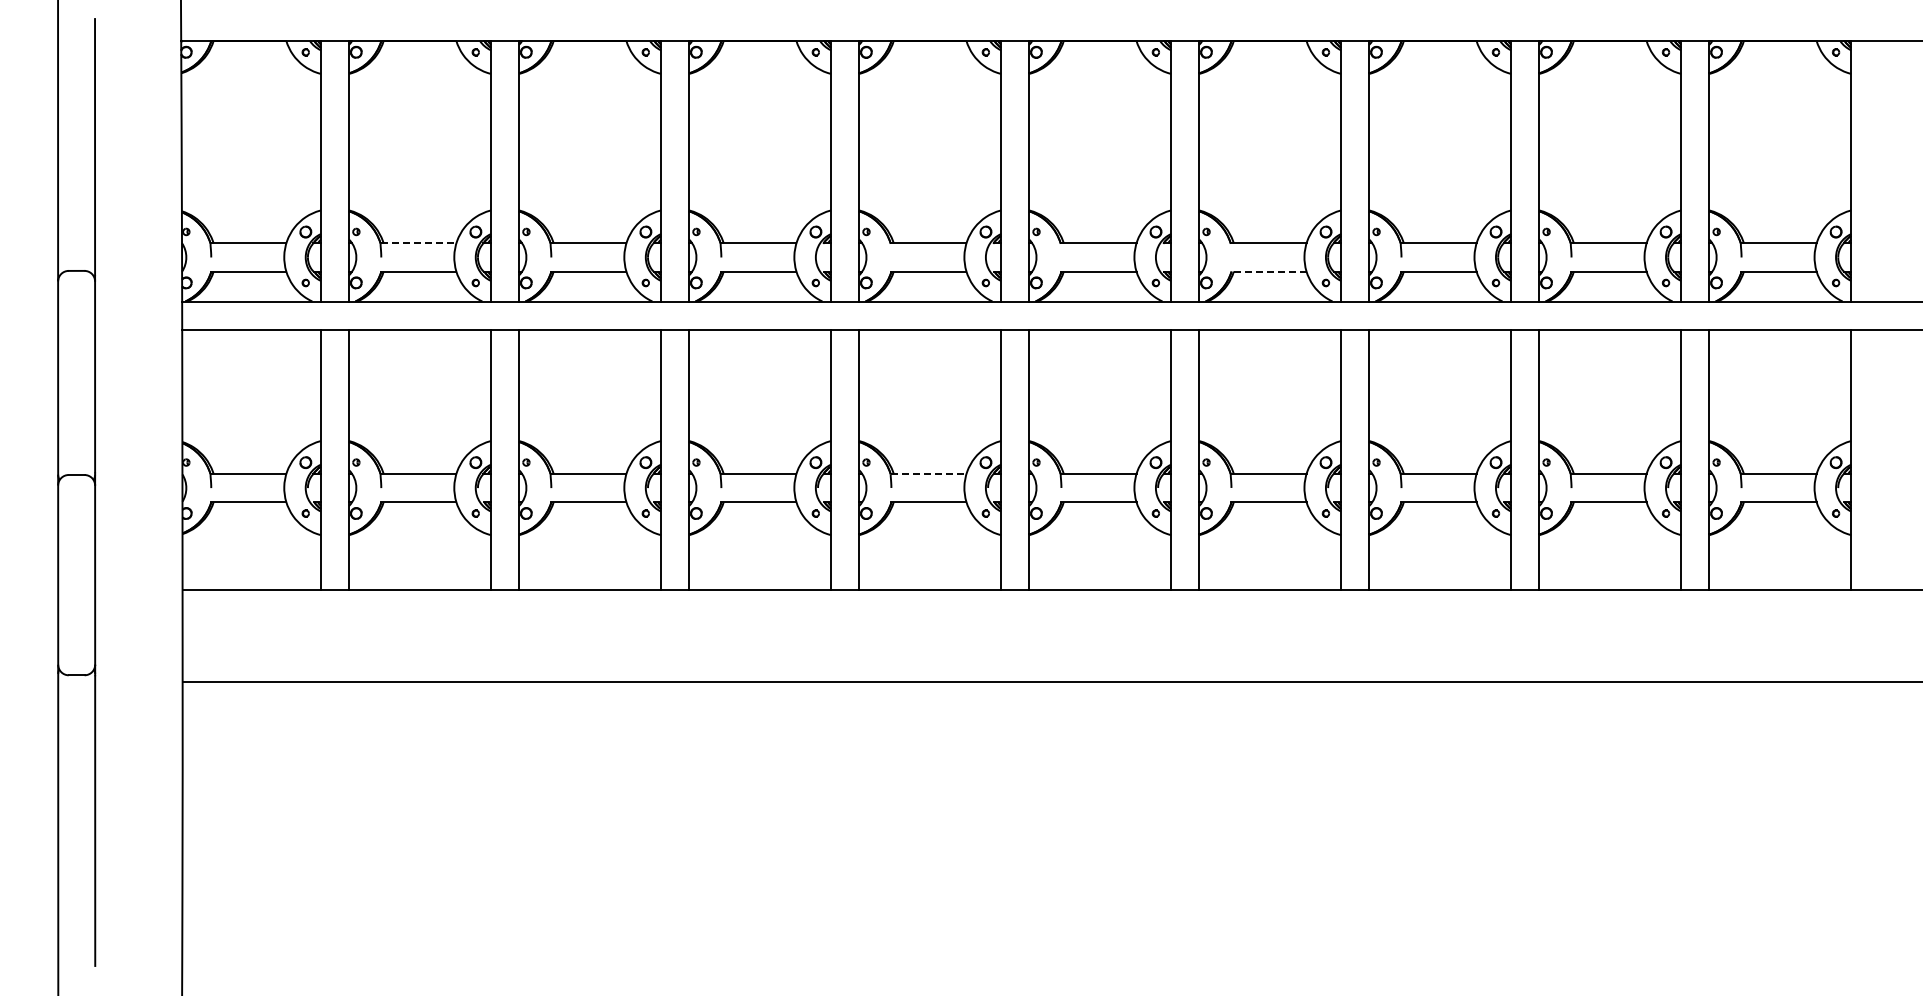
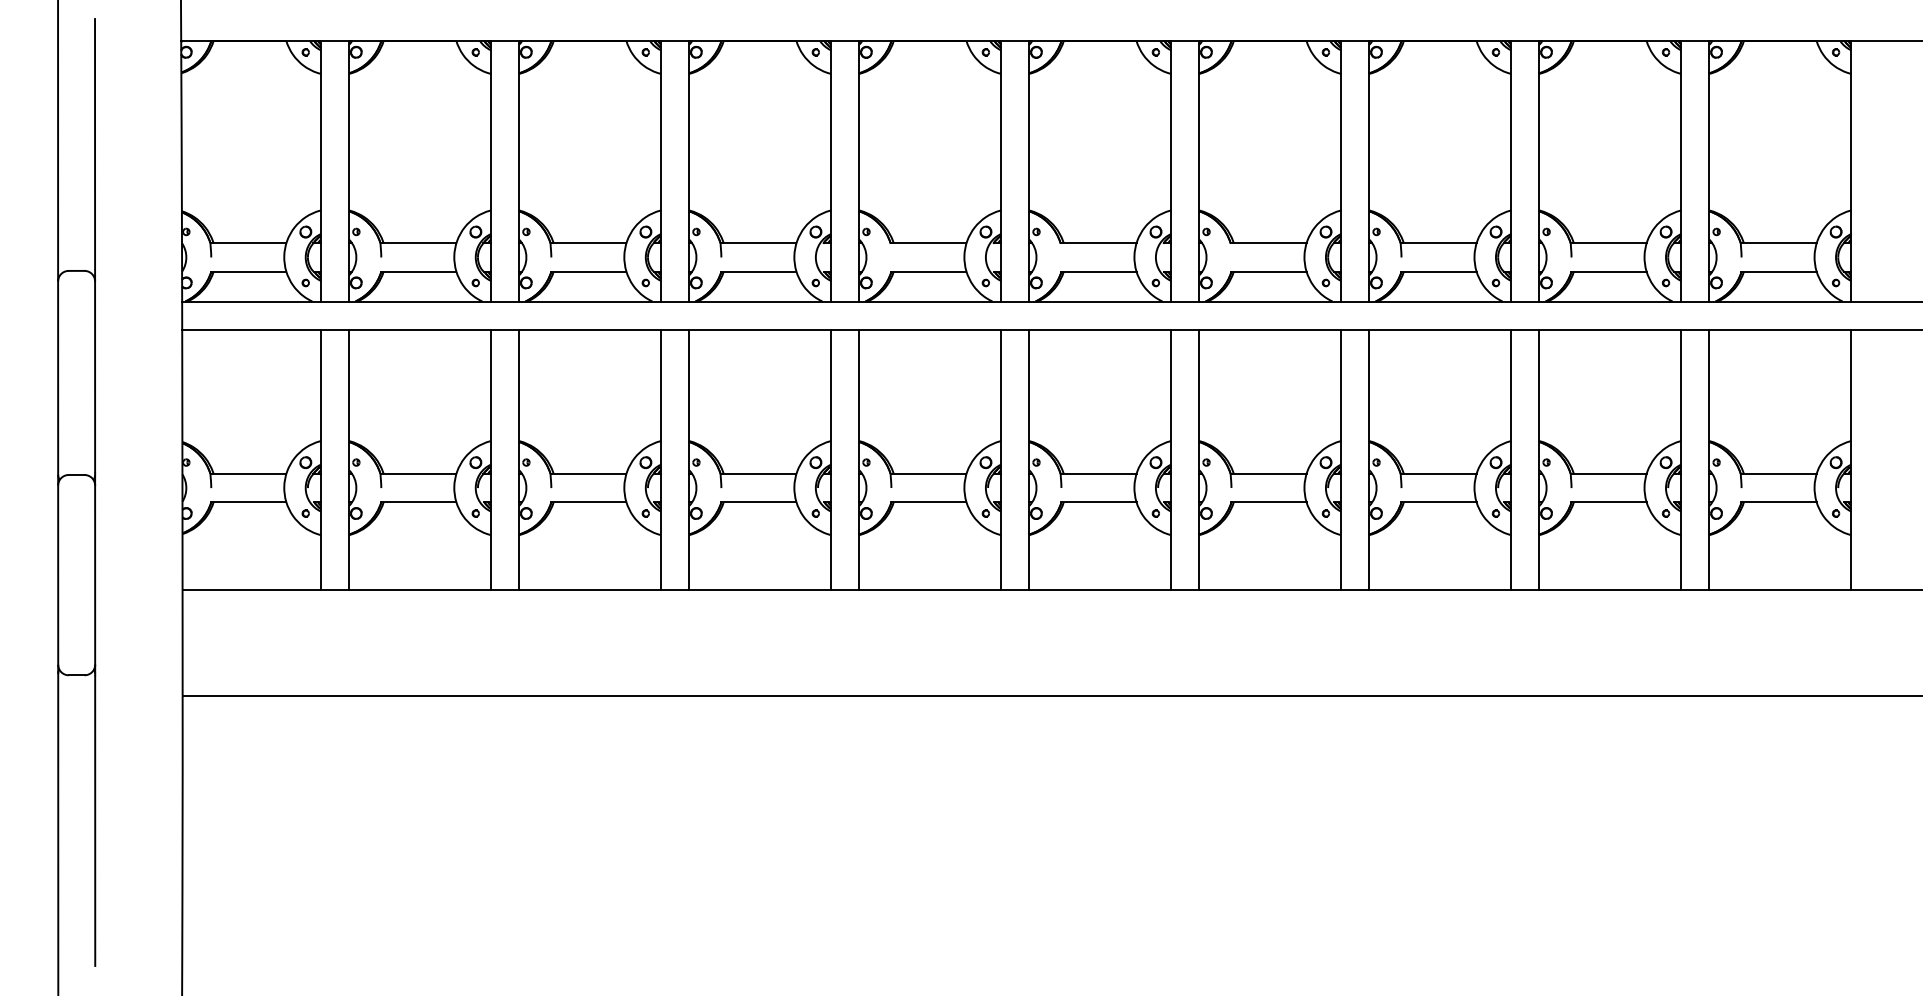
line at (418, 243): dashed -> solid
line at (1268, 271): dashed -> solid
line at (928, 474): dashed -> solid
line at (1050, 681) position: (1050, 681) -> (1050, 695)
